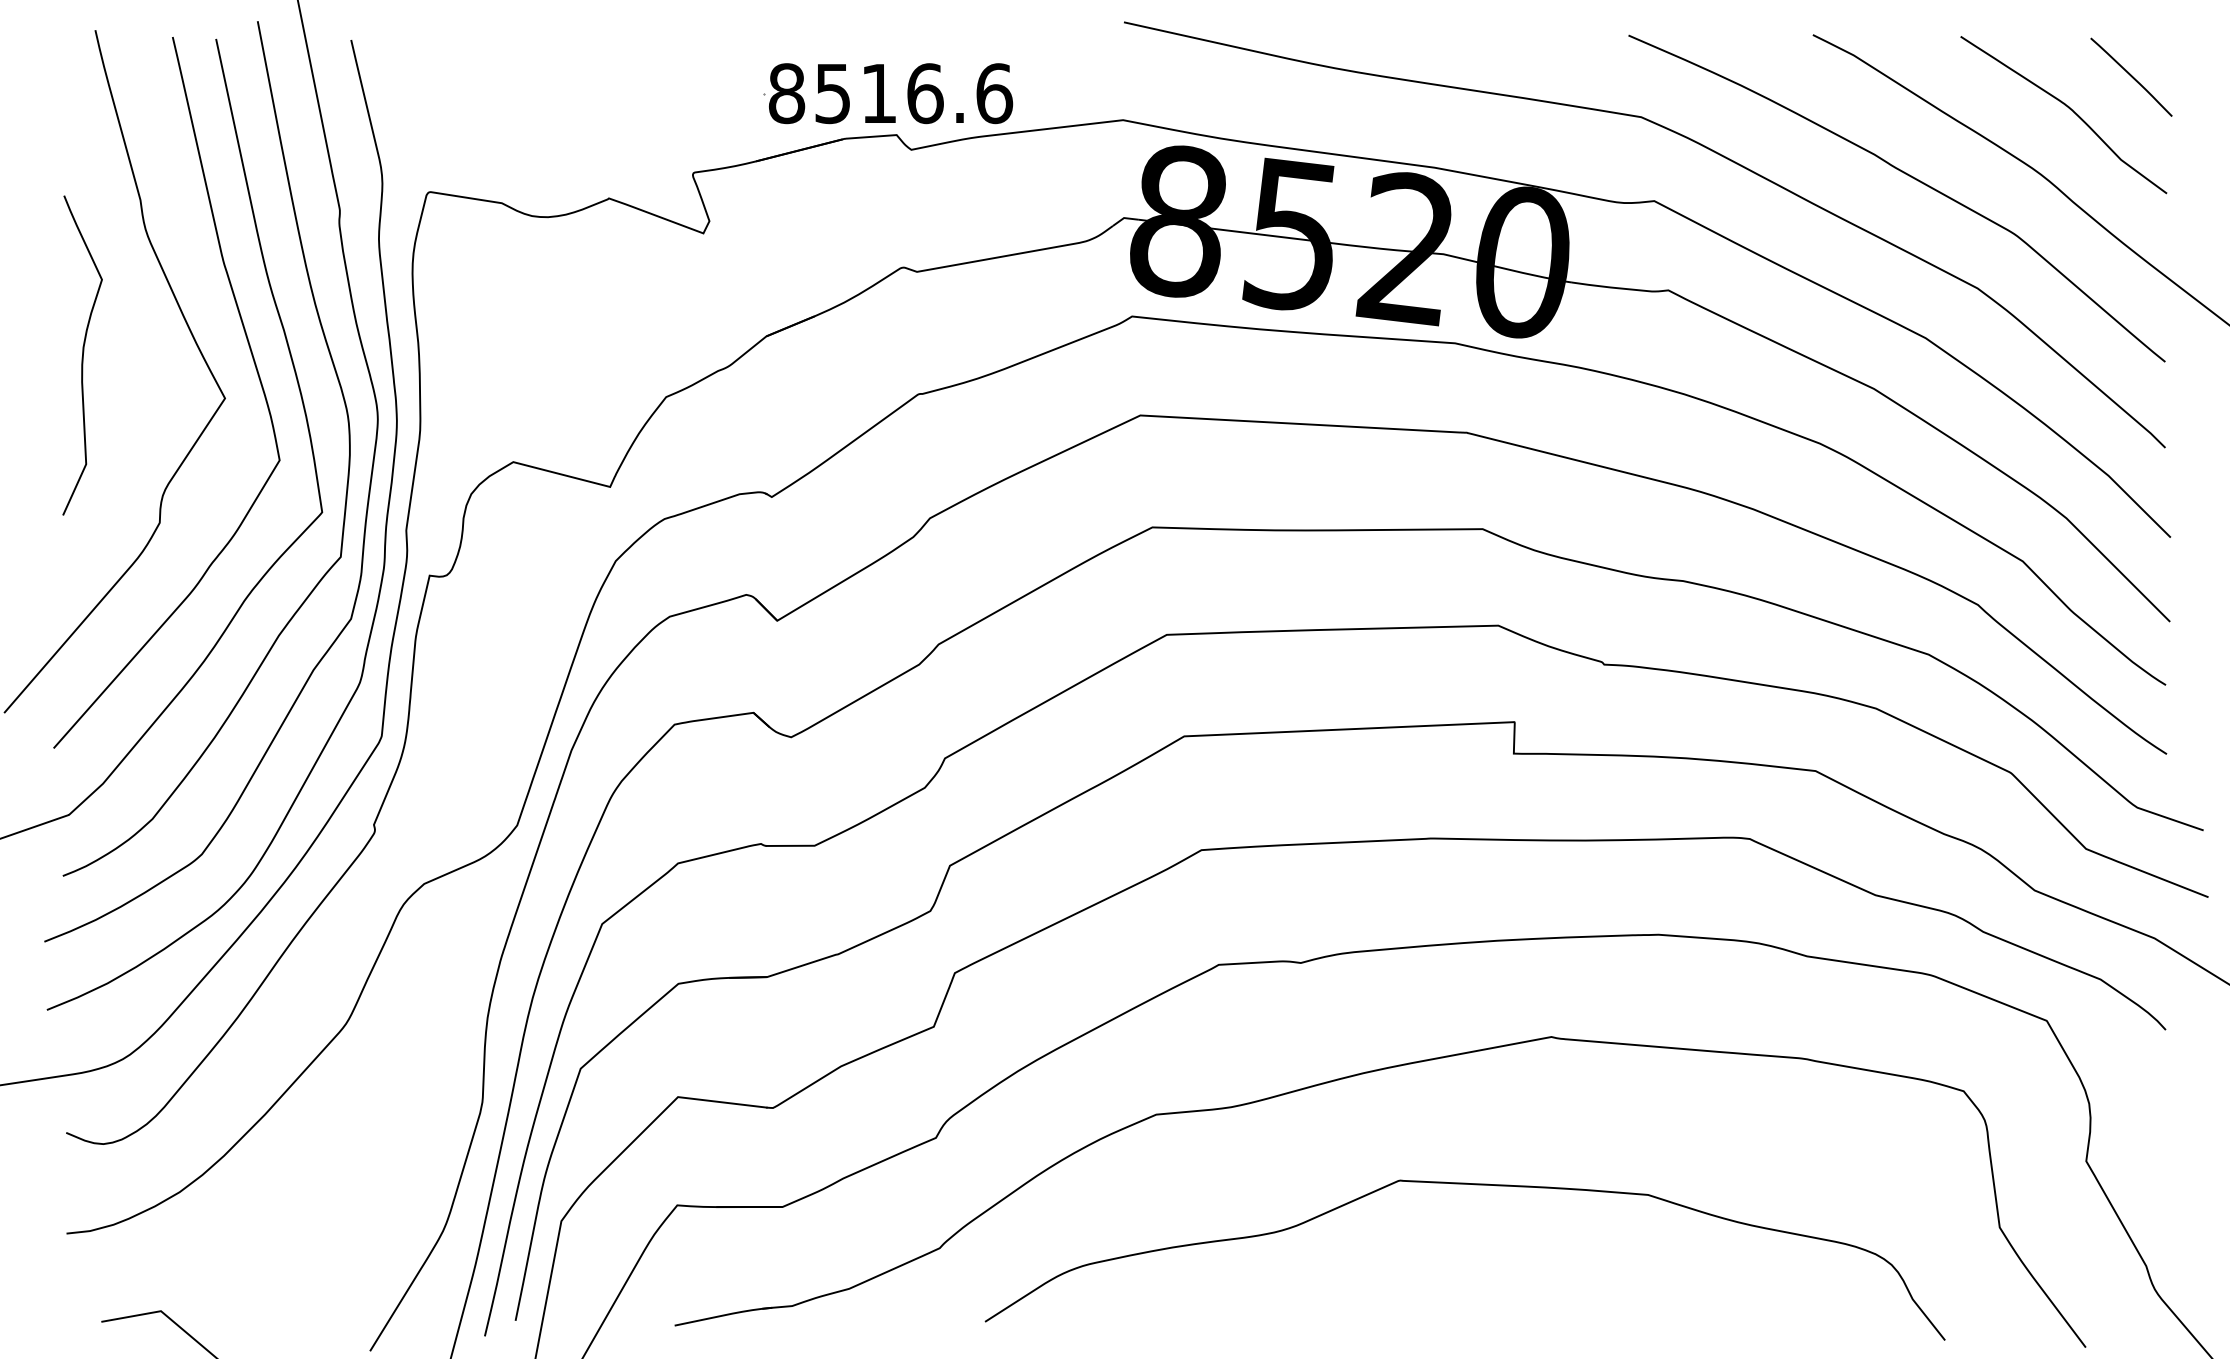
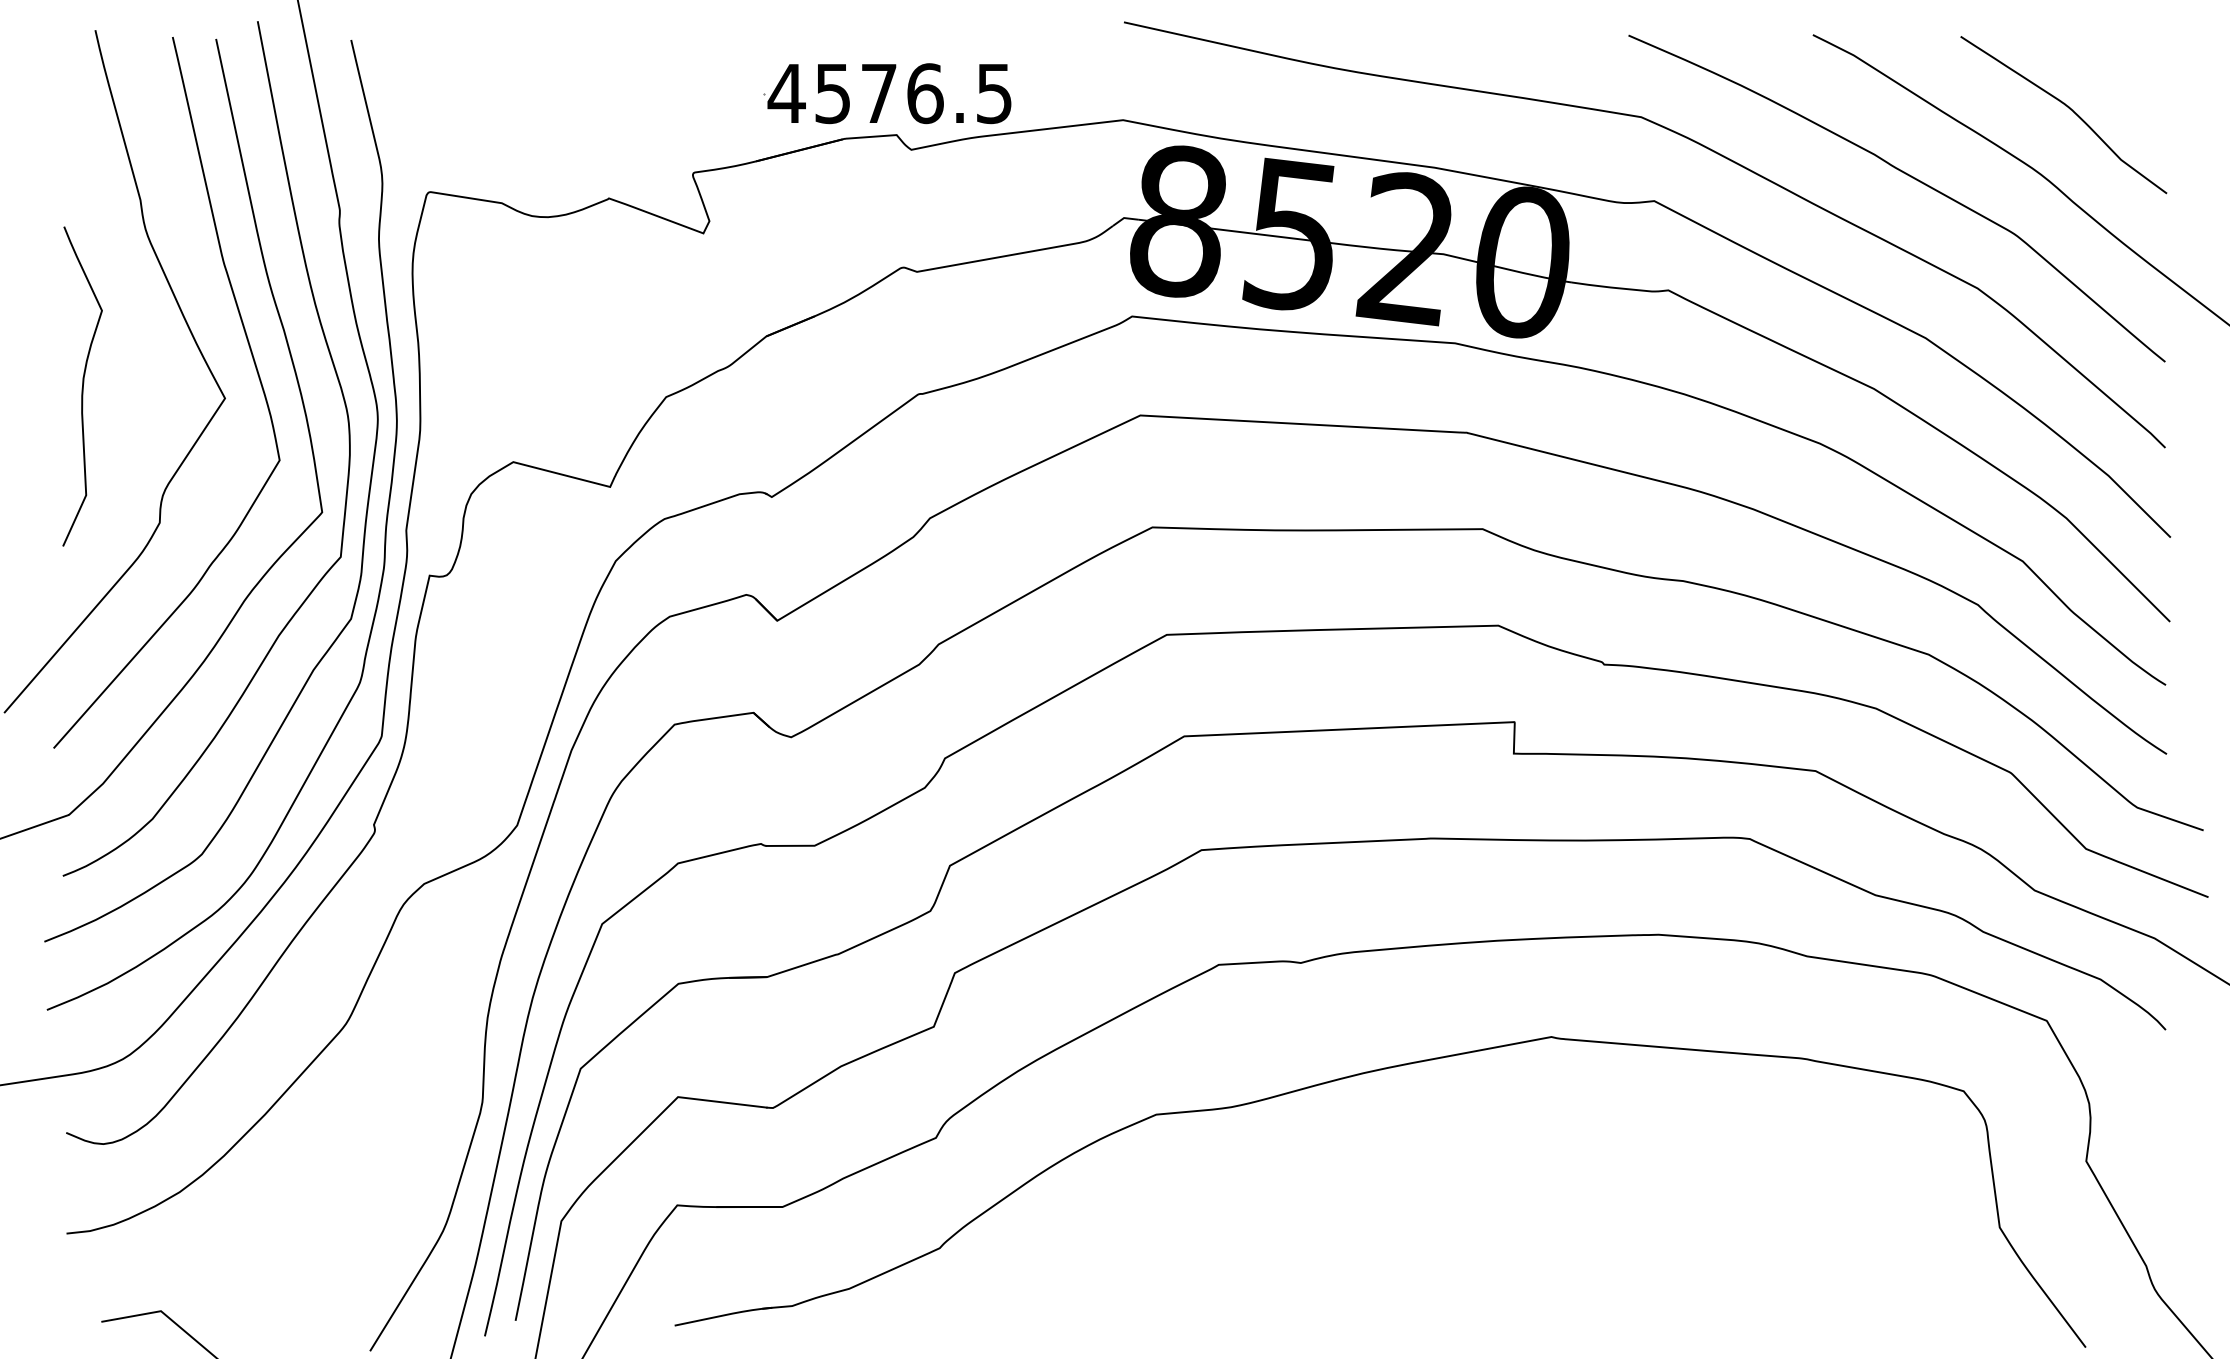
curve at (2131, 76): present -> none
text at (890, 93): 8516.6 -> 4576.5
curve at (82, 355) position: (82, 355) -> (82, 386)
curve at (1474, 1185): present -> none
